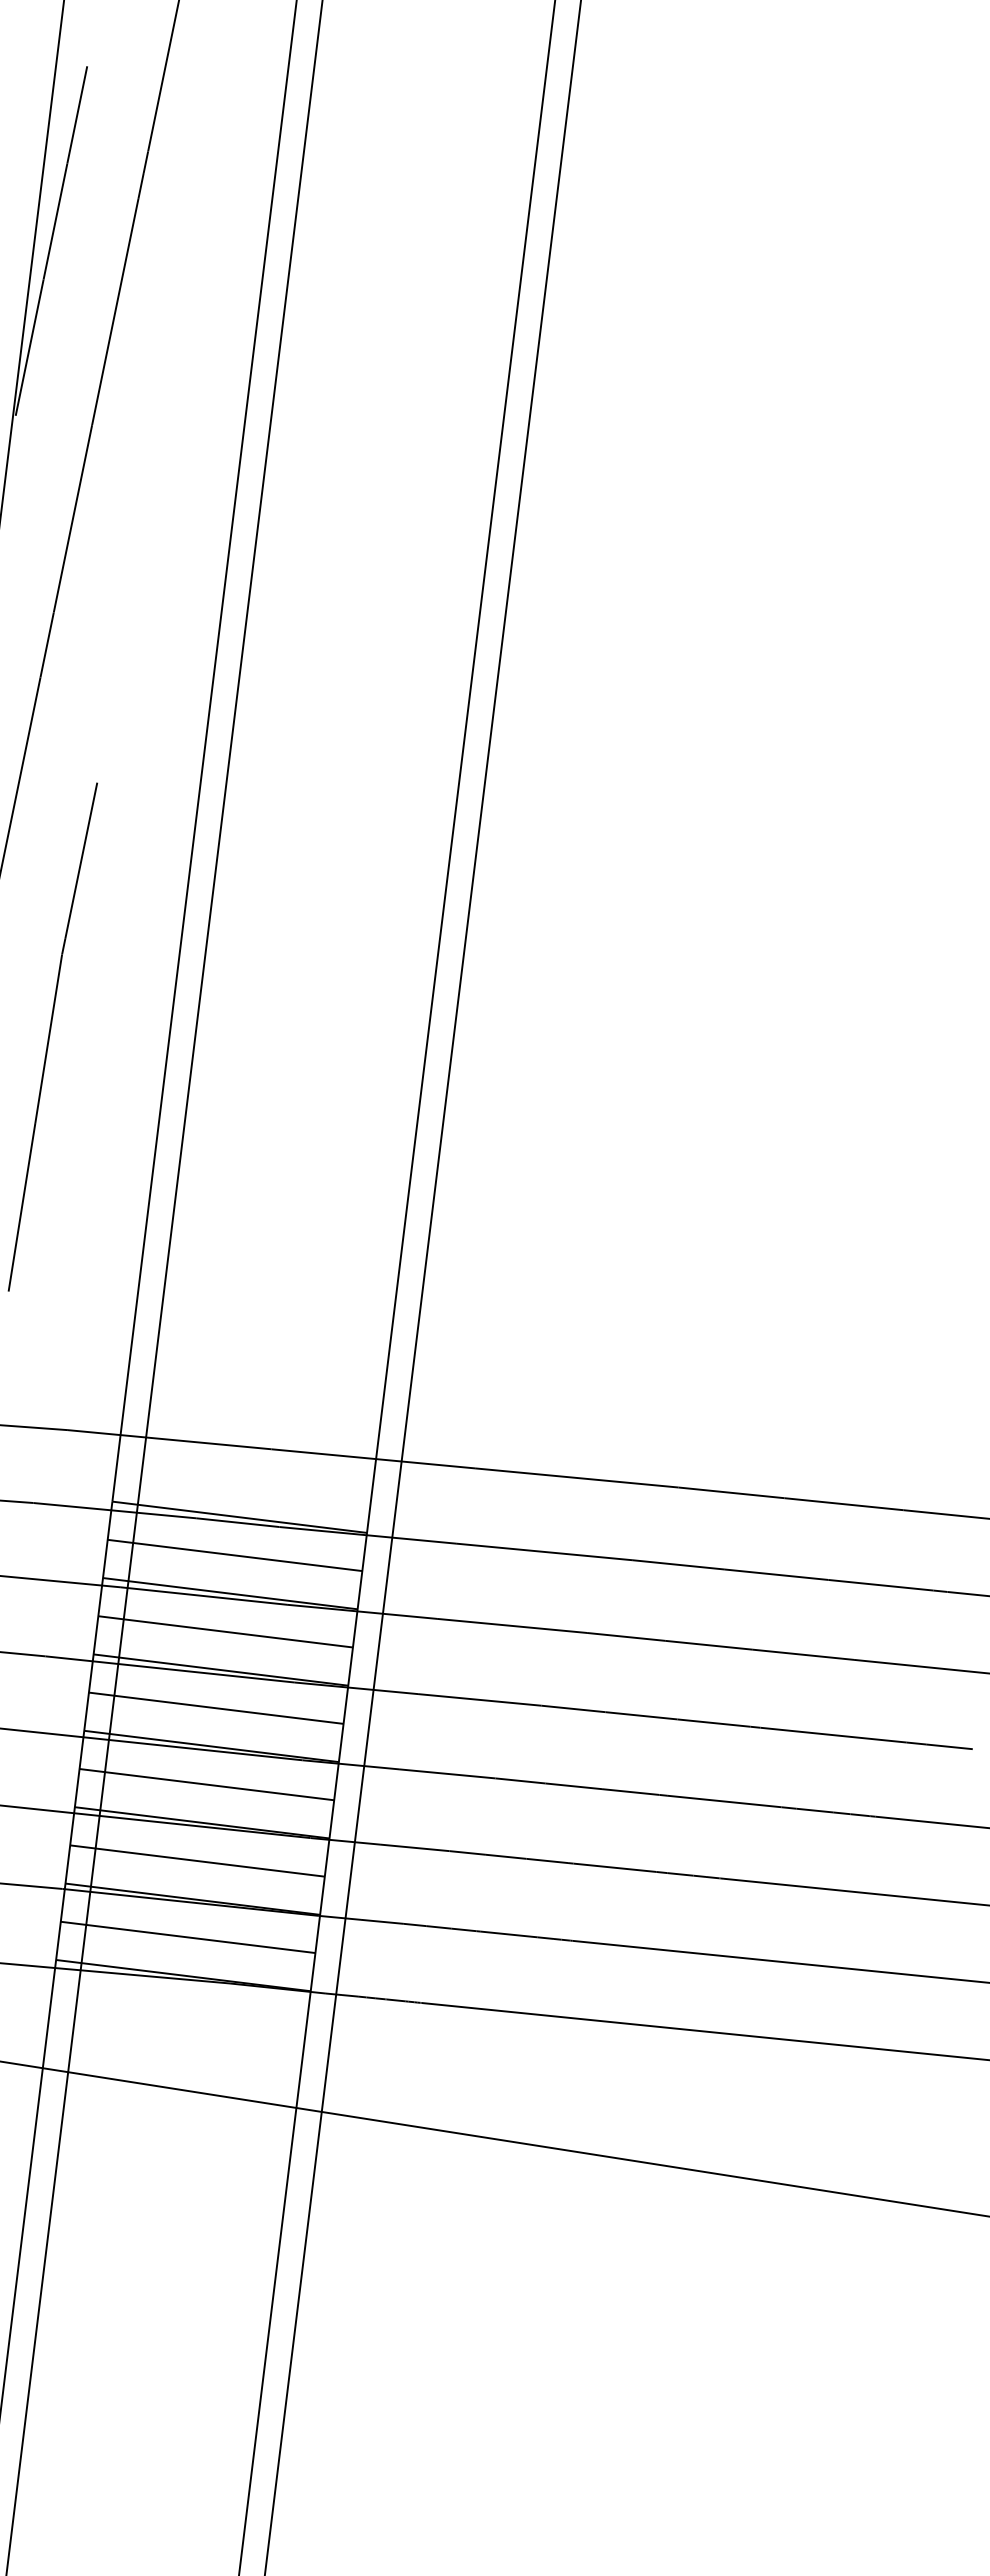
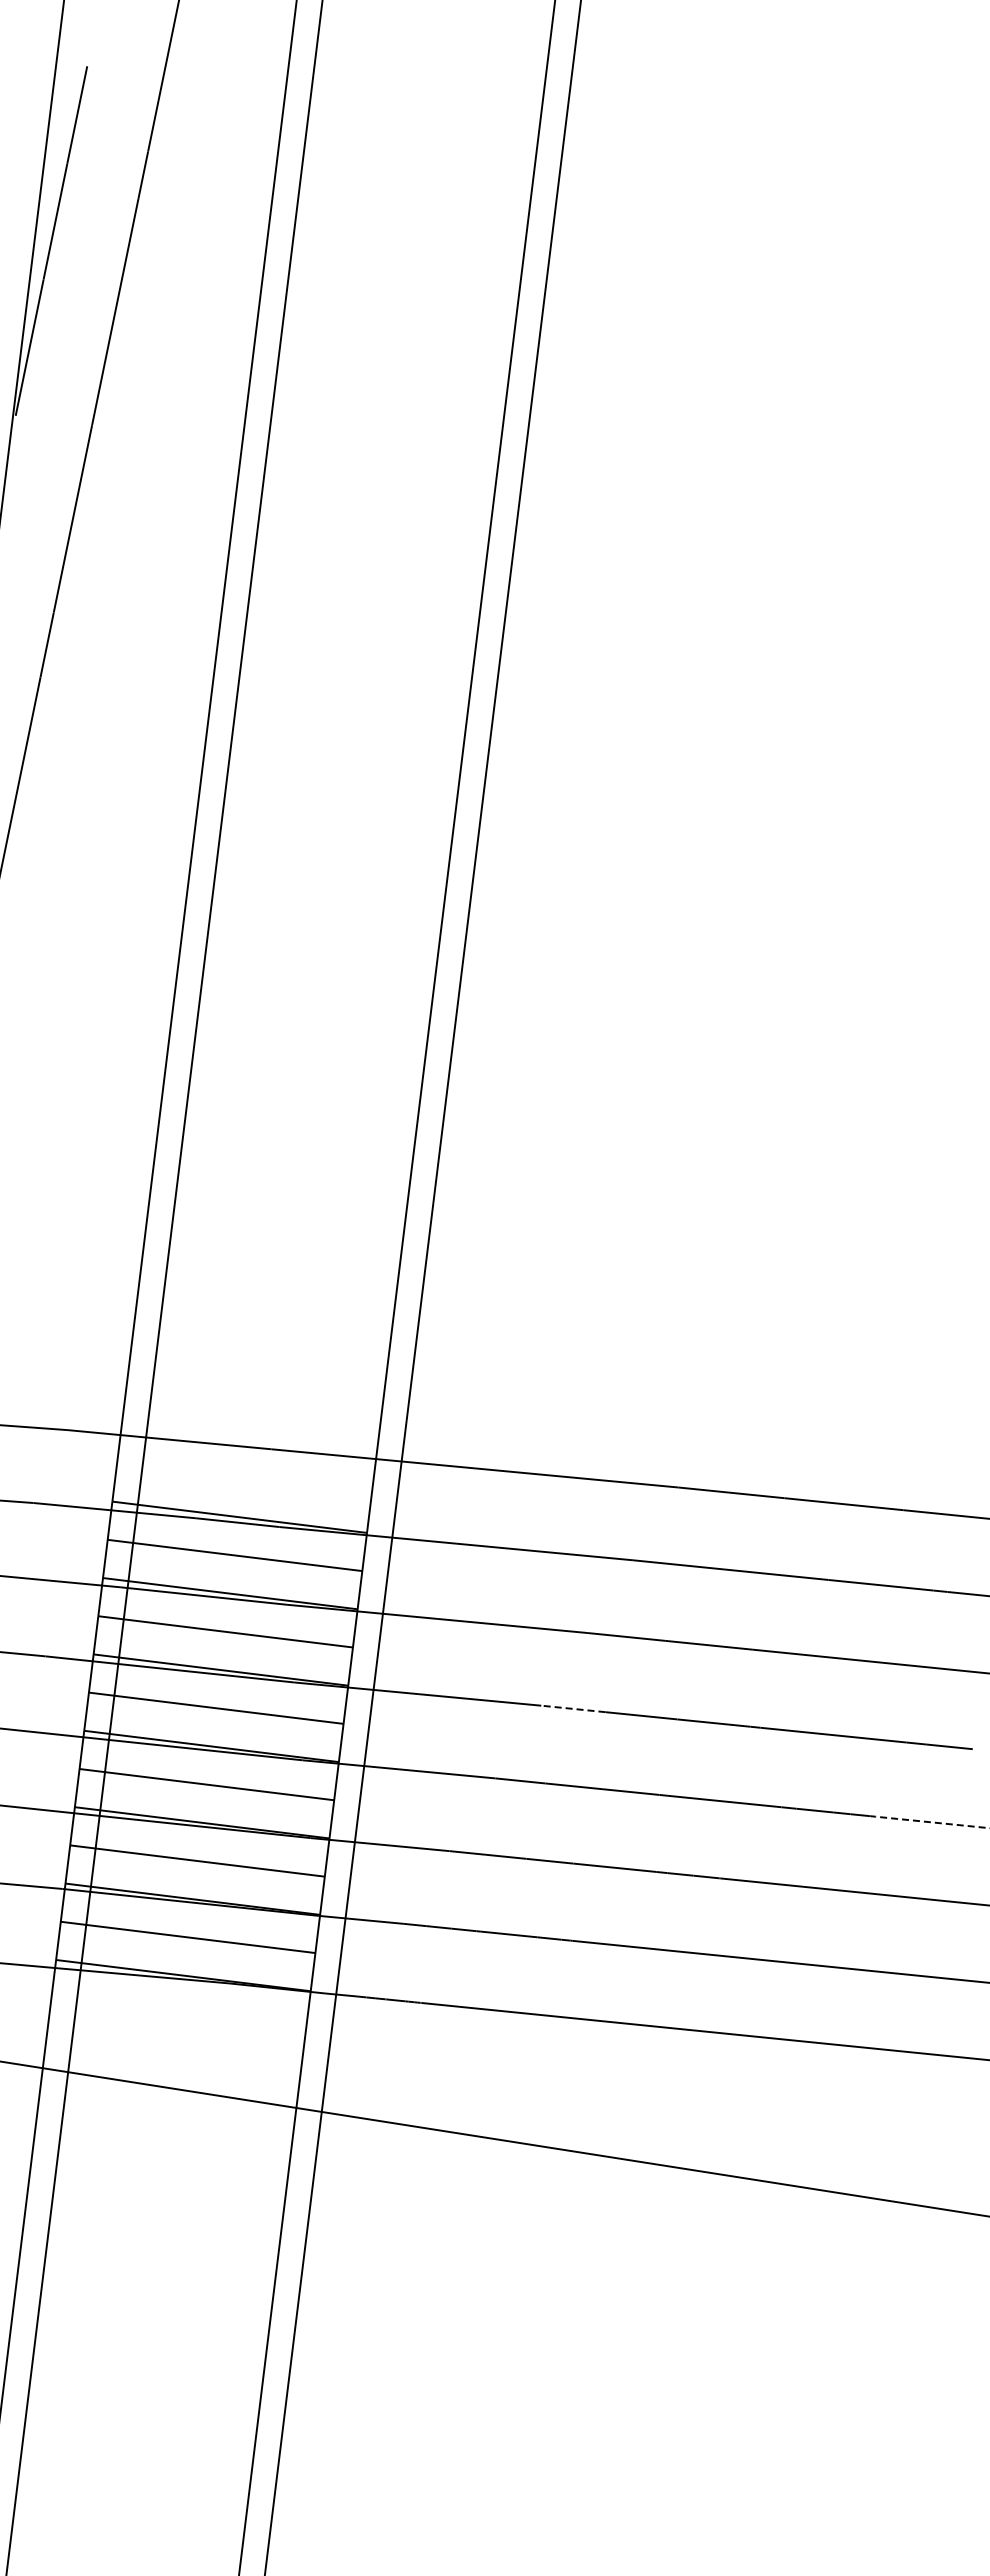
part at (52, 1036): present -> none
line at (572, 1708): solid -> dashed
line at (931, 1822): solid -> dashed
